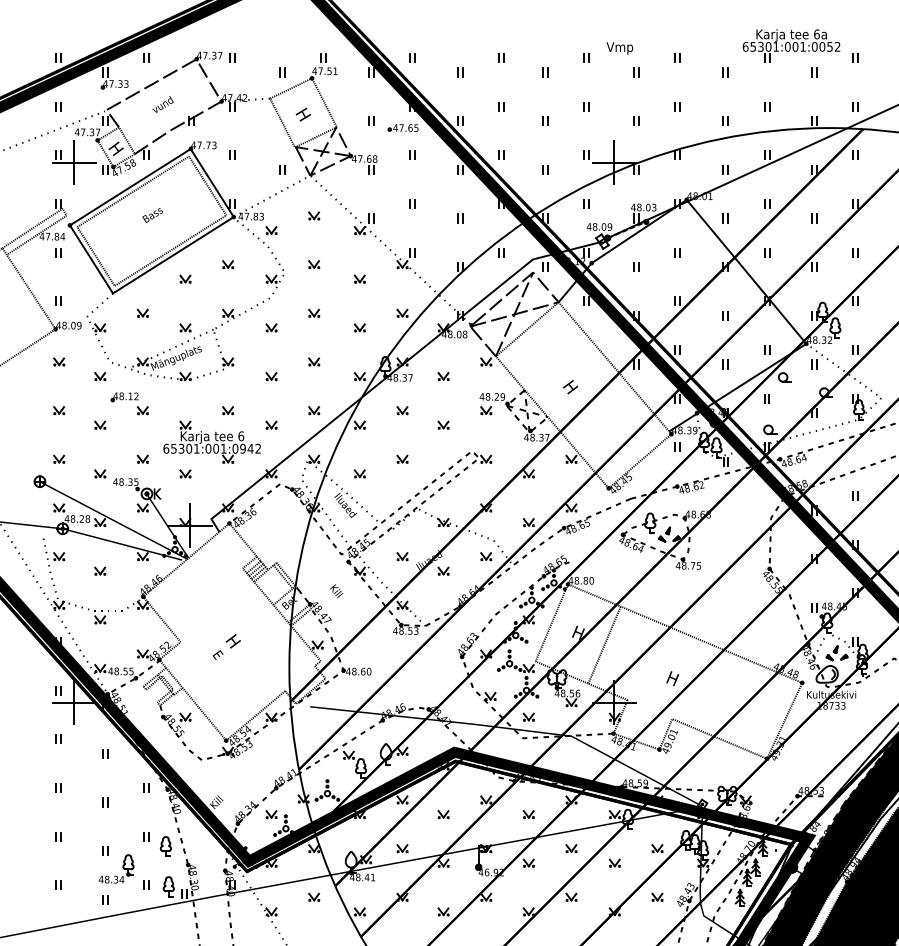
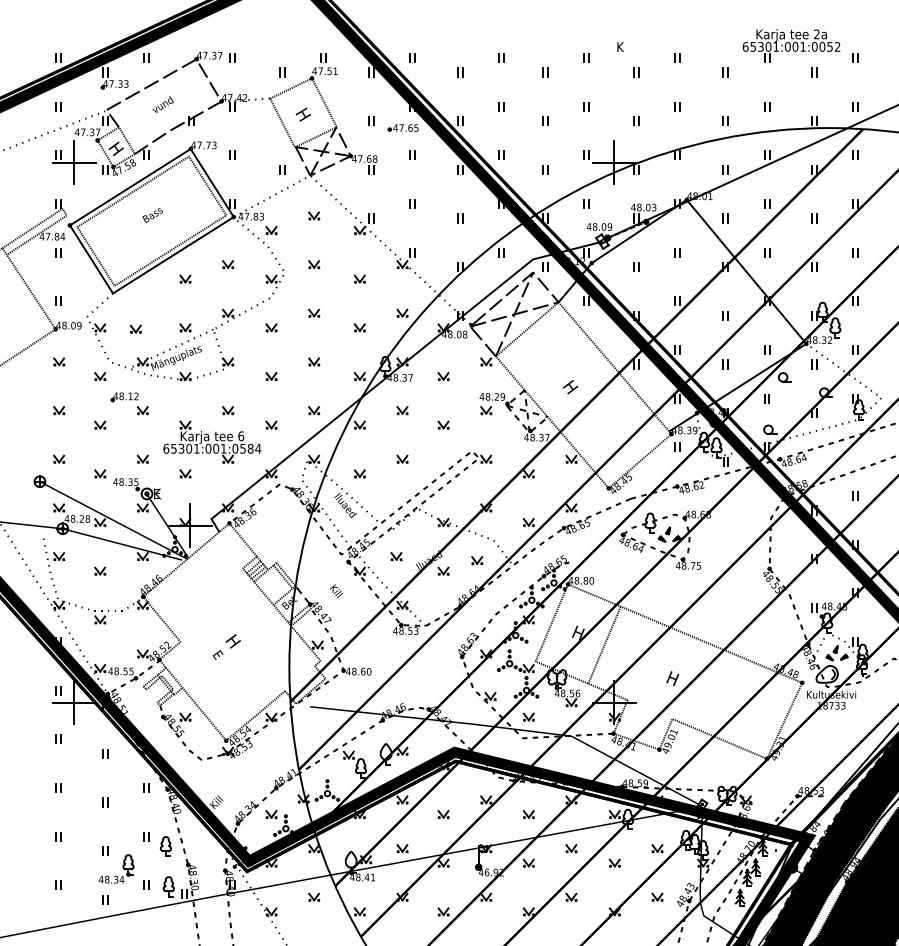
text at (816, 34): 6a -> 2a
text at (619, 48): Vmp -> K
part at (142, 312) position: (142, 312) -> (135, 328)
text at (250, 448): 65301:001:0942 -> 65301:001:0584
text at (157, 493): K -> E
part at (402, 556) position: (402, 556) -> (396, 556)
part at (486, 556) position: (486, 556) -> (477, 560)
